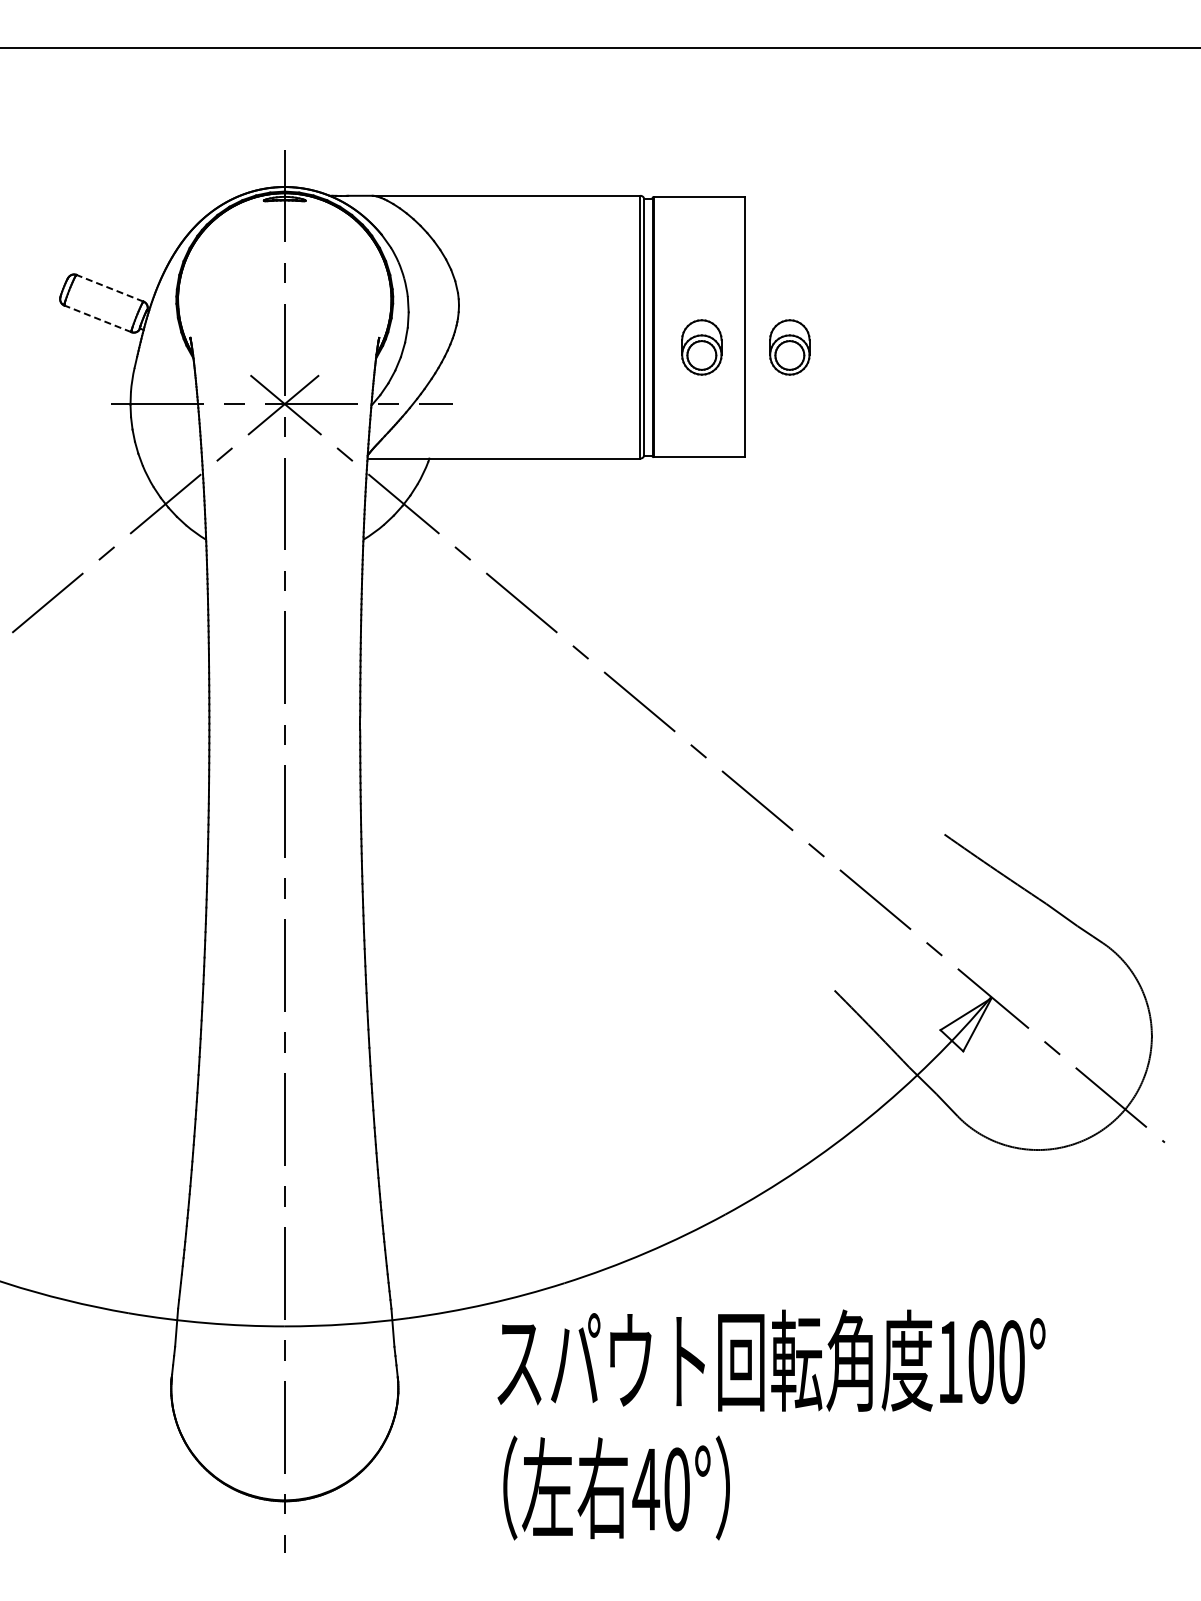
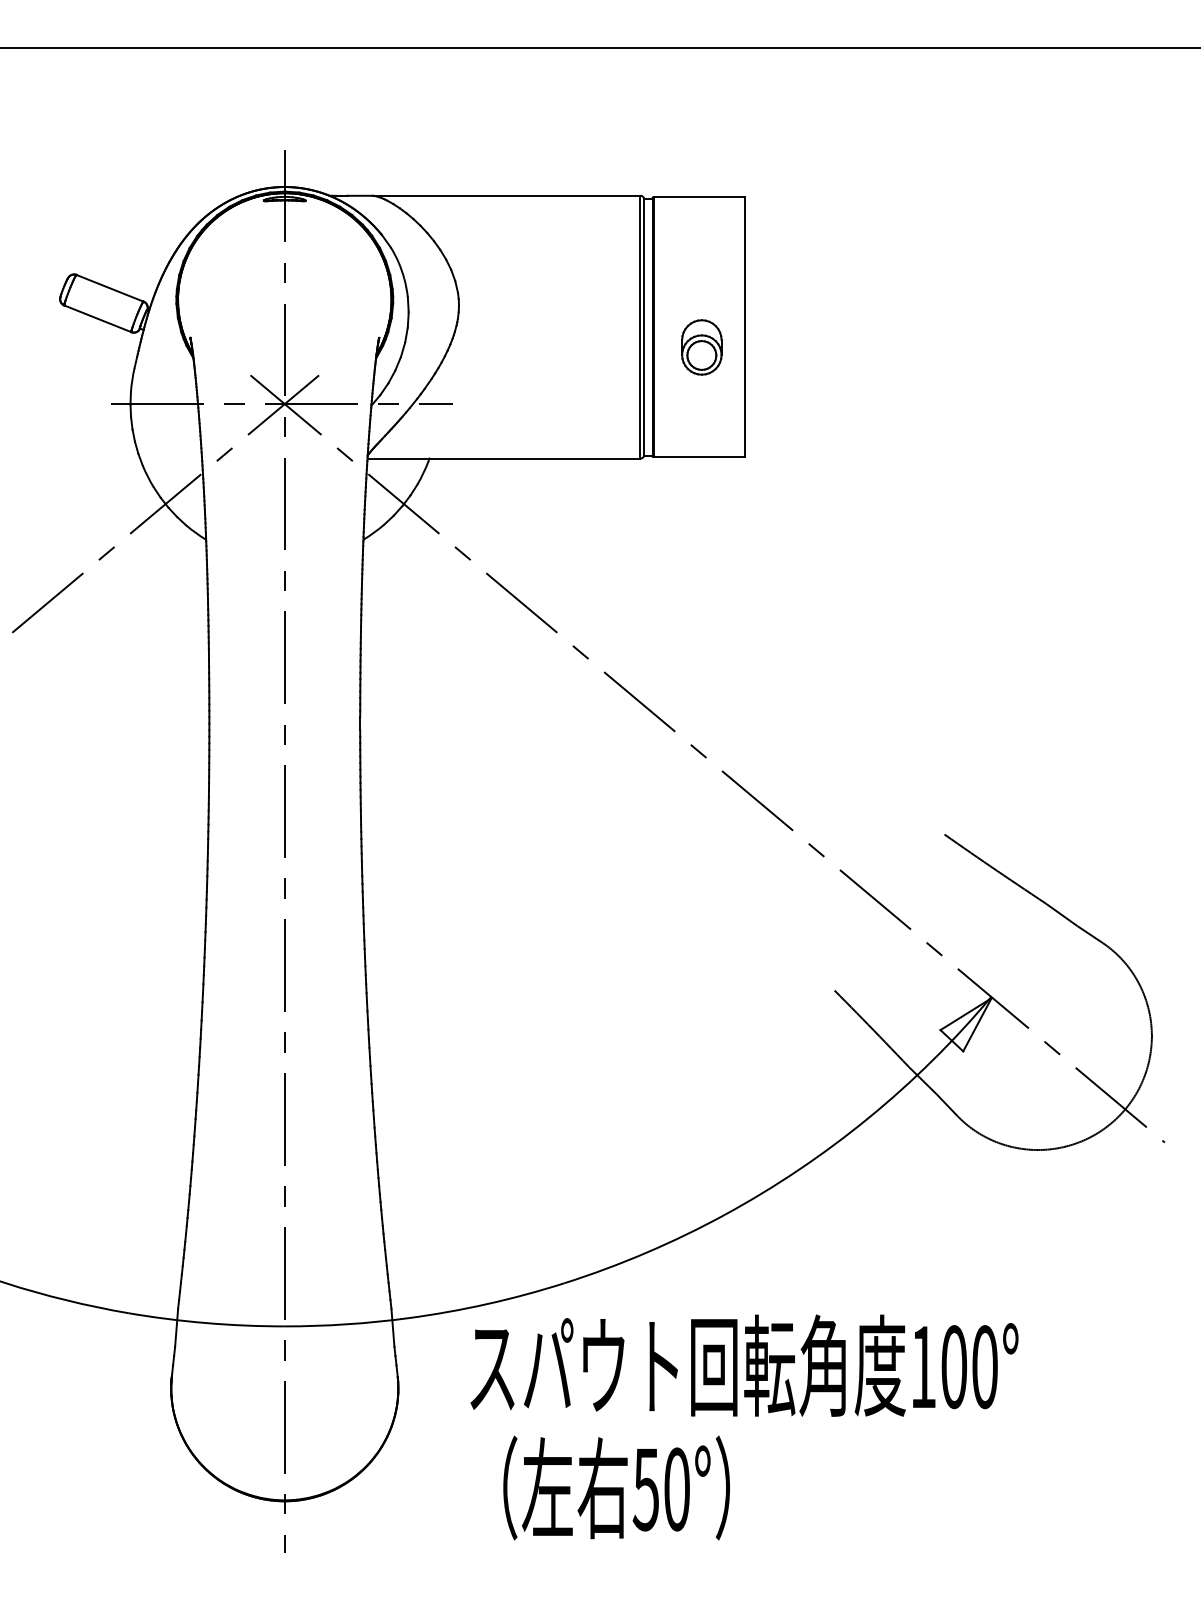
line at (109, 288): dashed -> solid
line at (97, 318): dashed -> solid
part at (789, 347): present -> none
text at (771, 1360) position: (771, 1360) -> (744, 1365)
text at (646, 1489): 40° -> 50°
